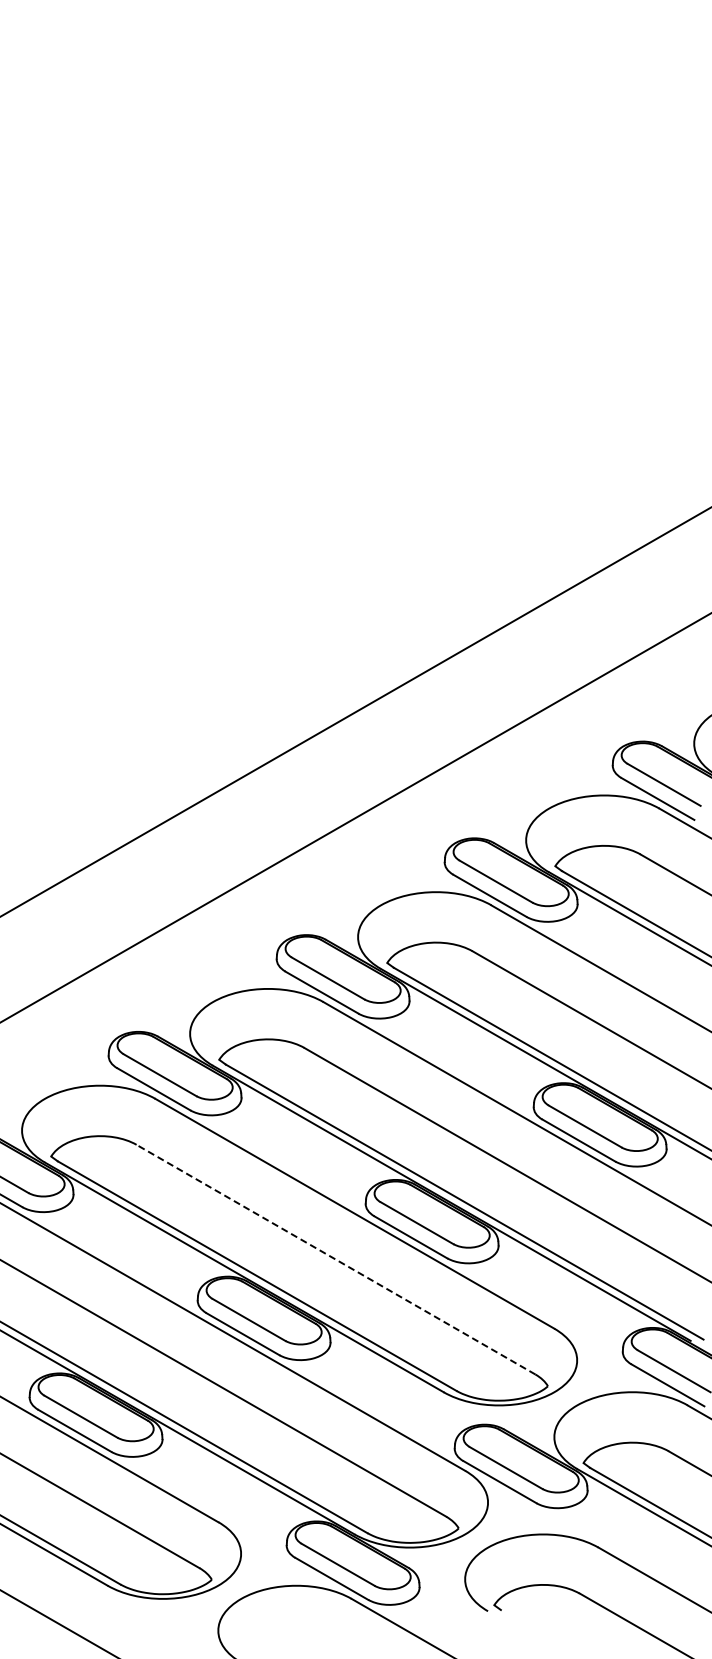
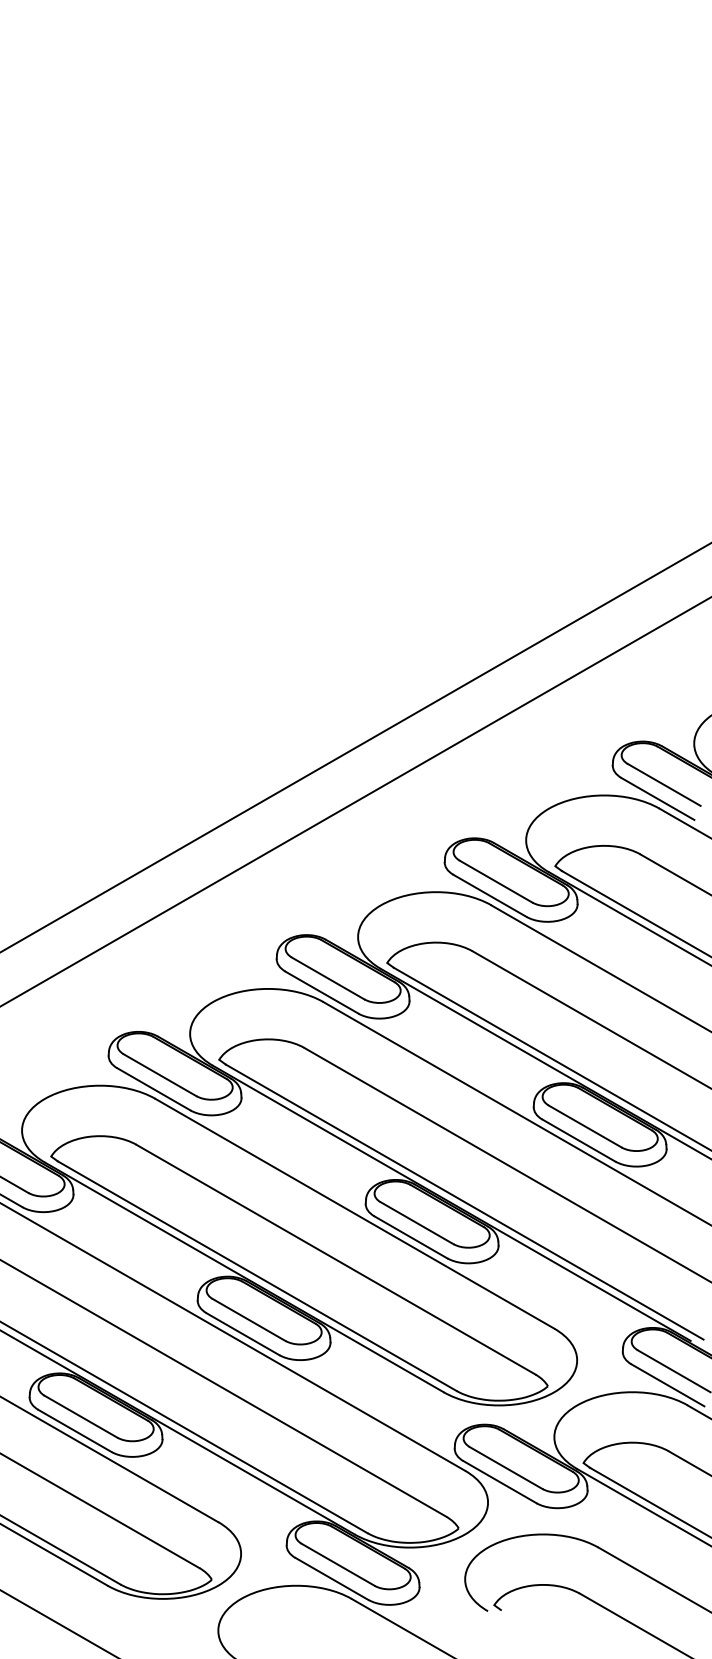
line at (355, 711) position: (355, 711) -> (355, 747)
line at (355, 817) position: (355, 817) -> (355, 801)
line at (335, 1259): dashed -> solid
